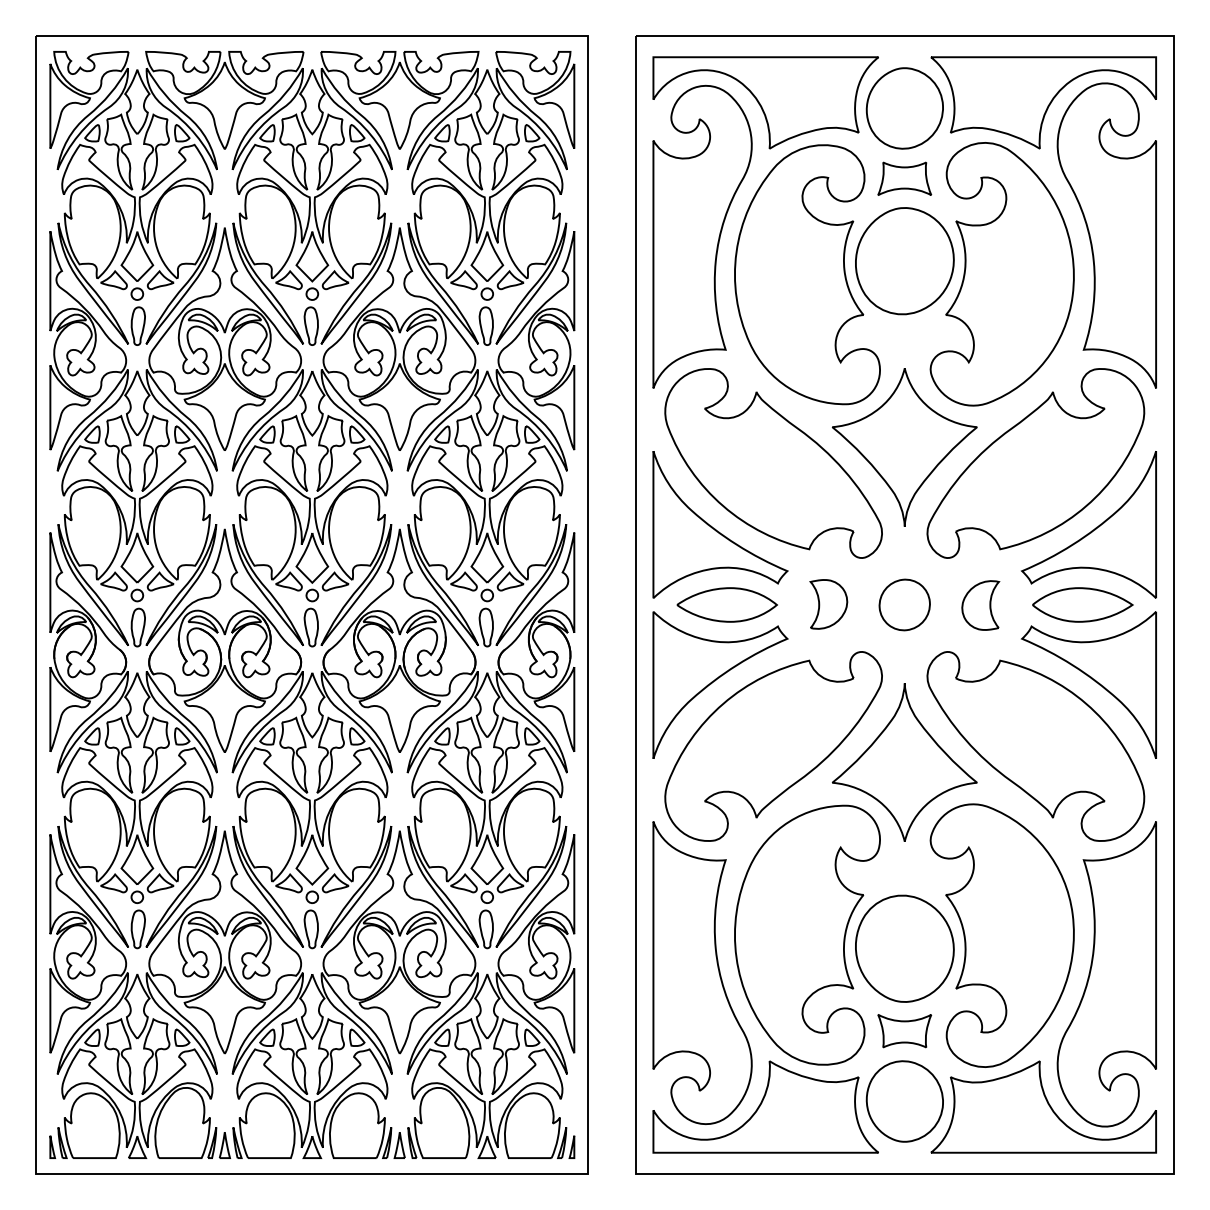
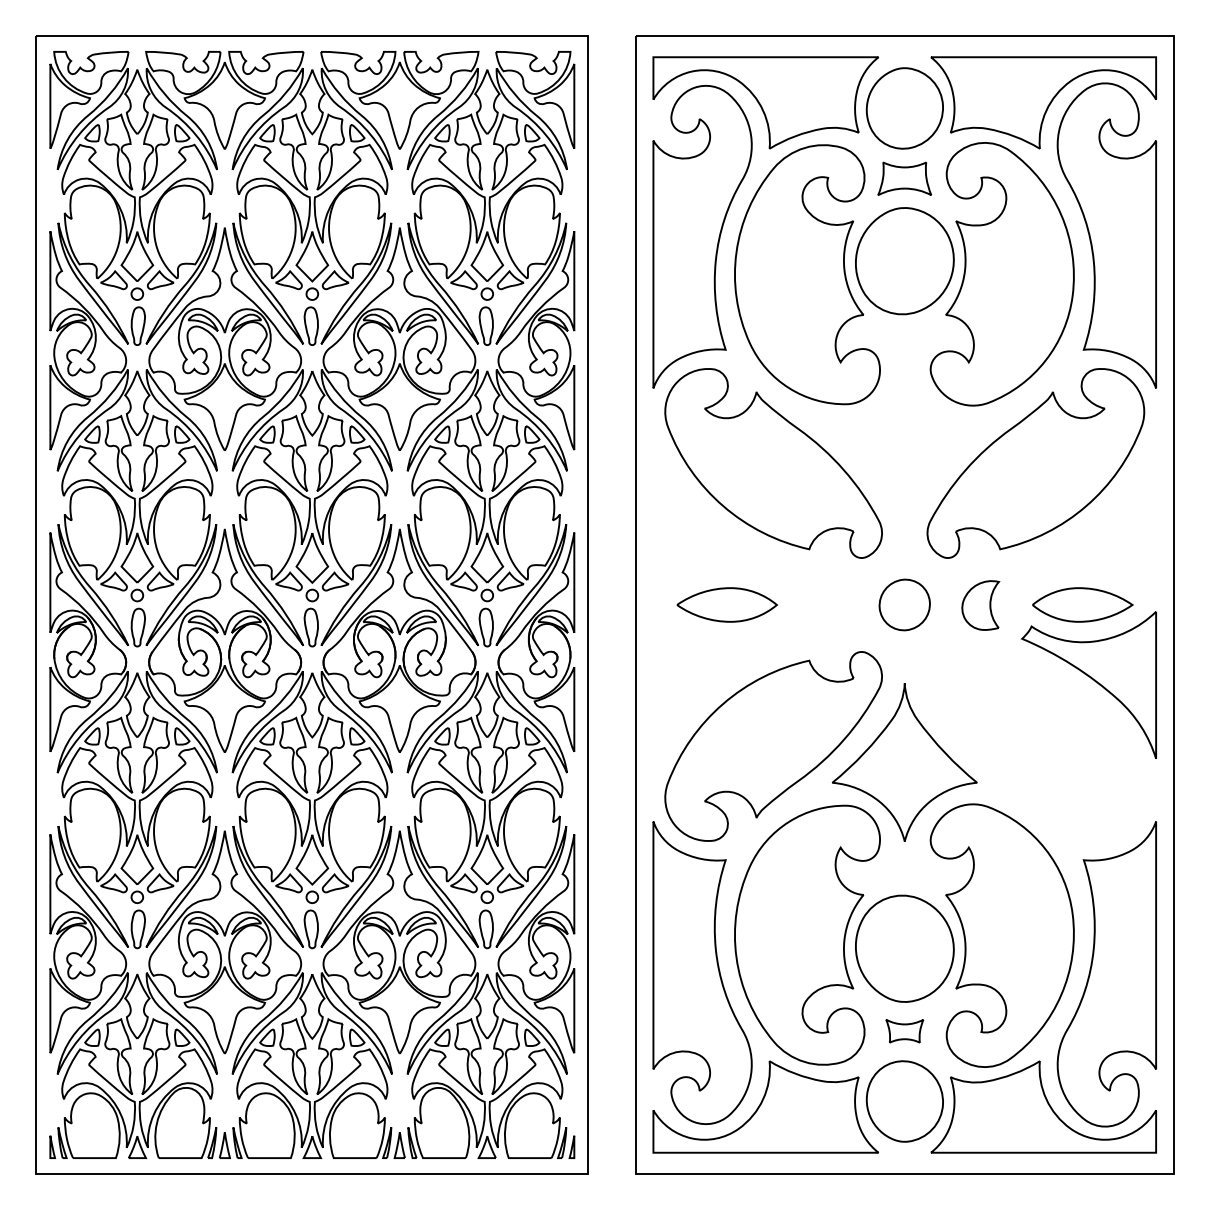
part at (904, 447): present -> none
part at (715, 528): present -> none
part at (1091, 530): present -> none
part at (828, 604): present -> none
part at (720, 684): present -> none
part at (1035, 746): present -> none
part at (904, 1031) size: 56x35 px -> 40x25 px
